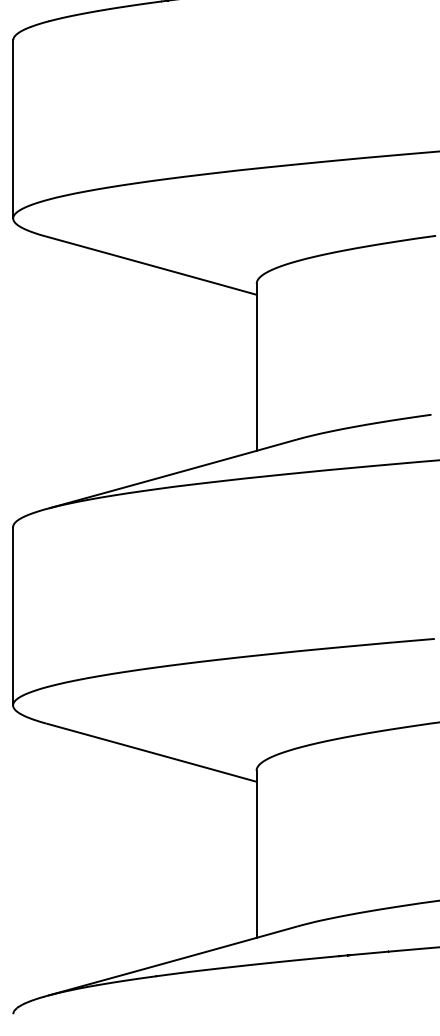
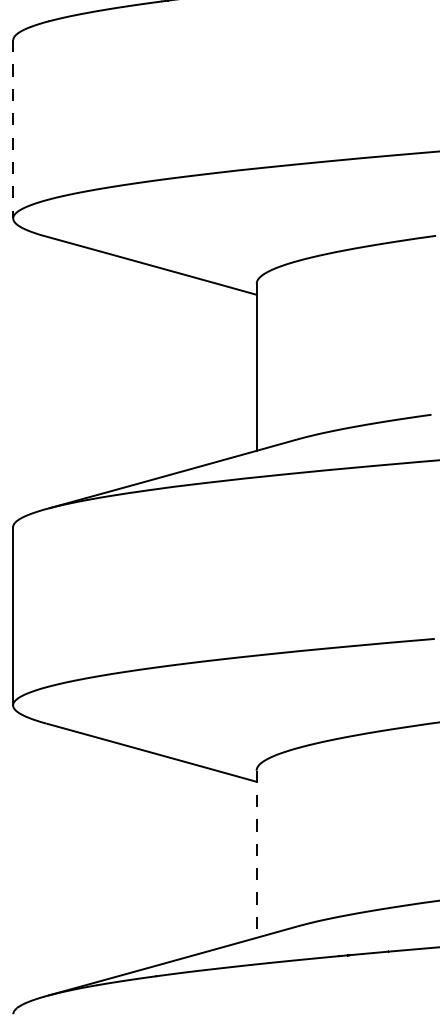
line at (13, 129): solid -> dashed
line at (256, 854): solid -> dashed
